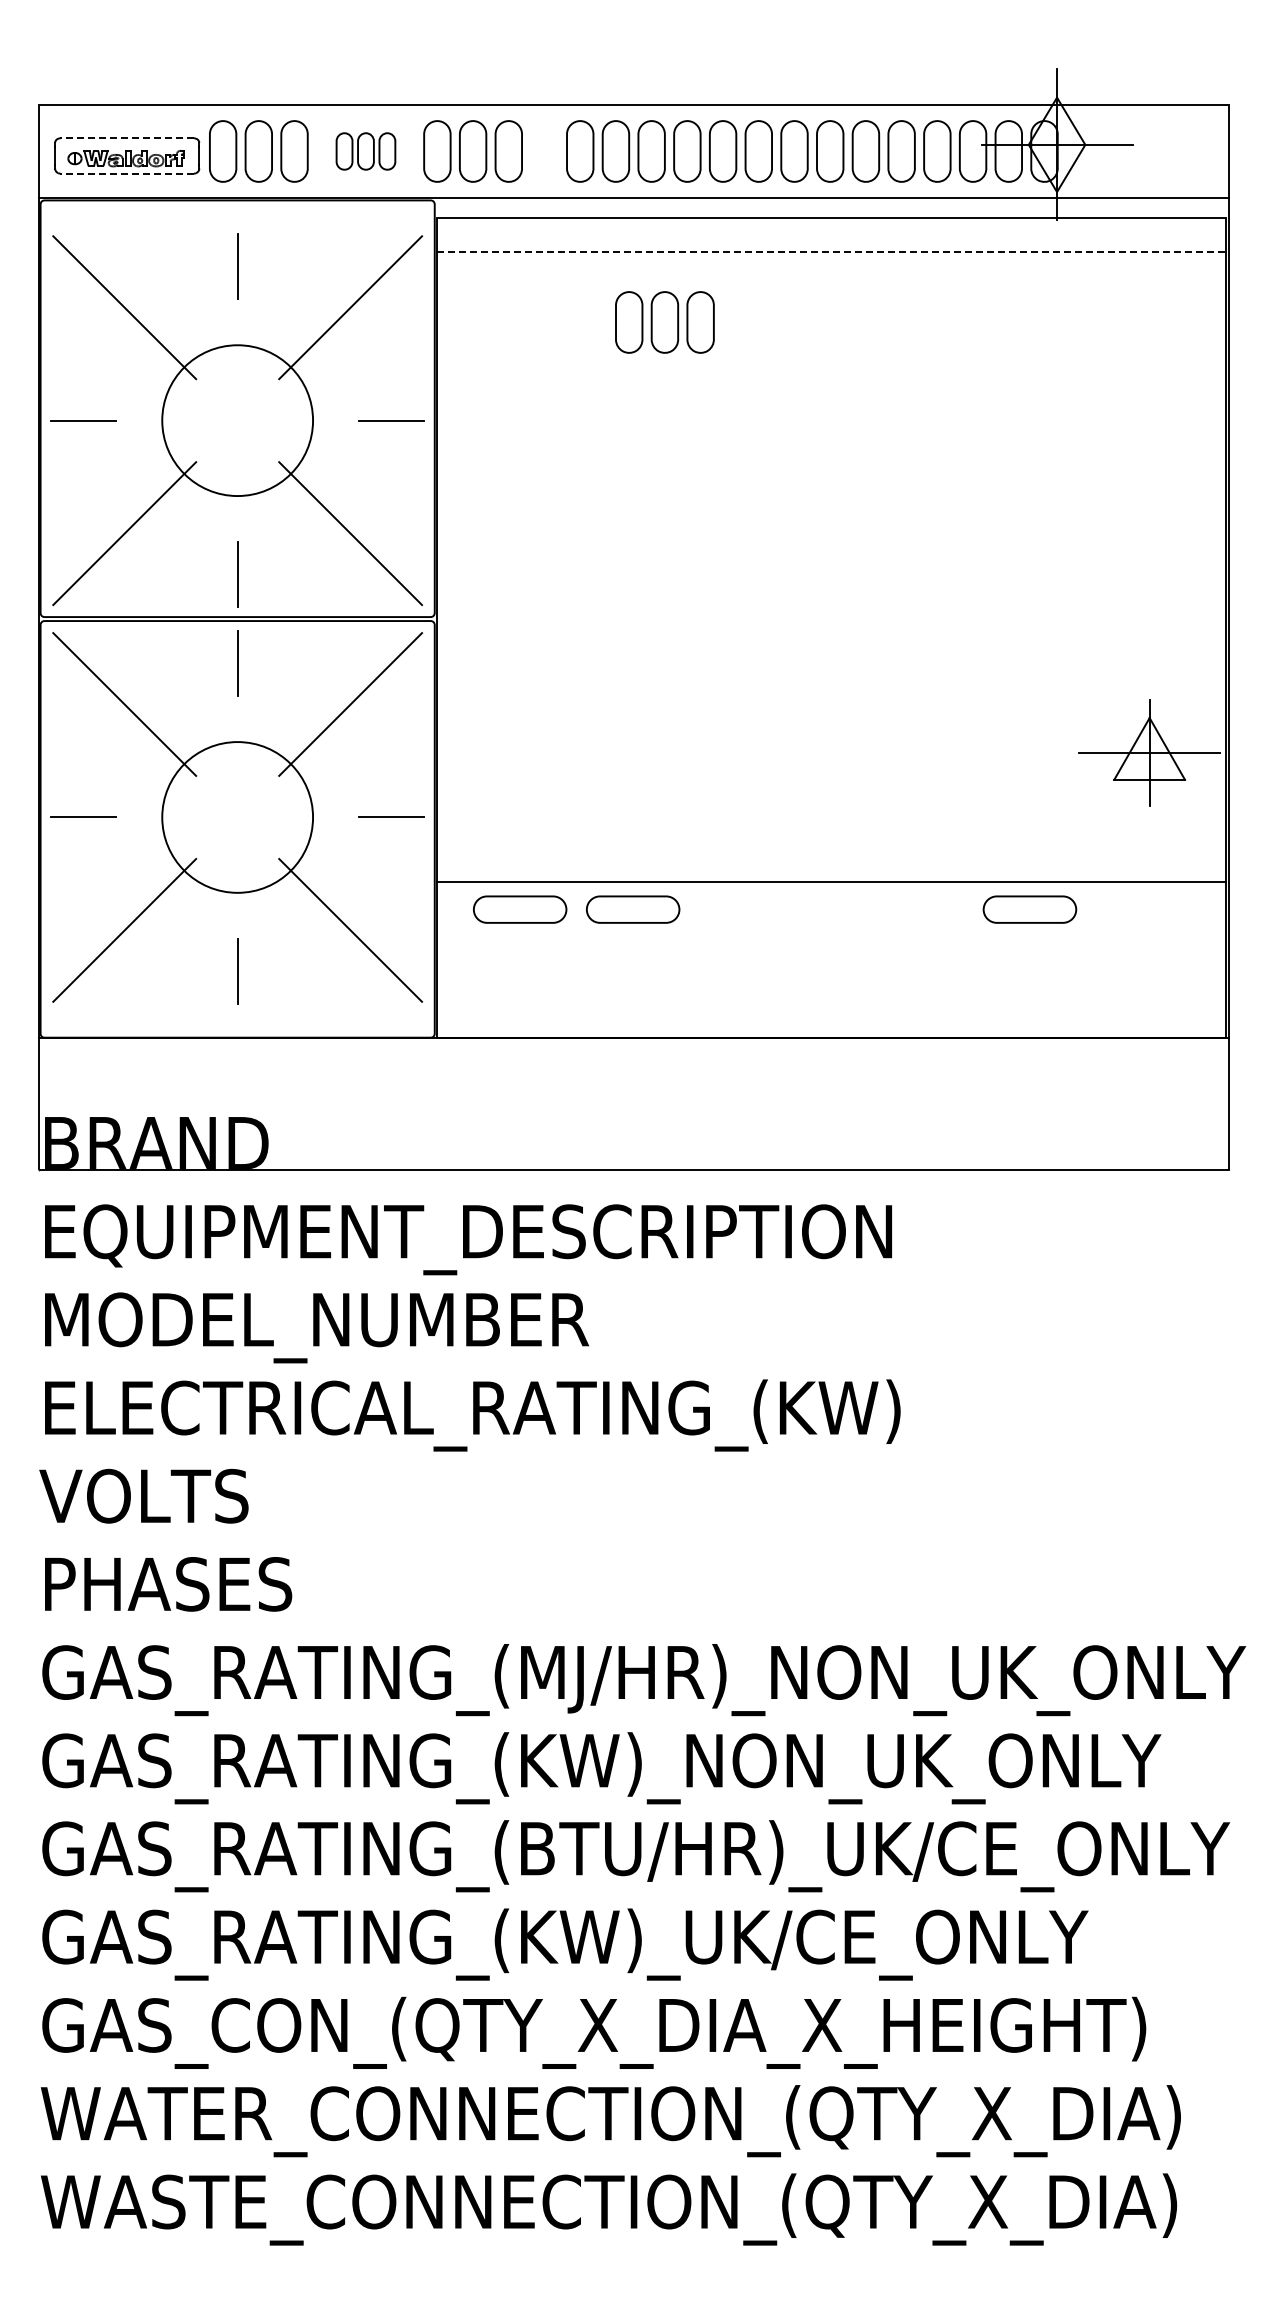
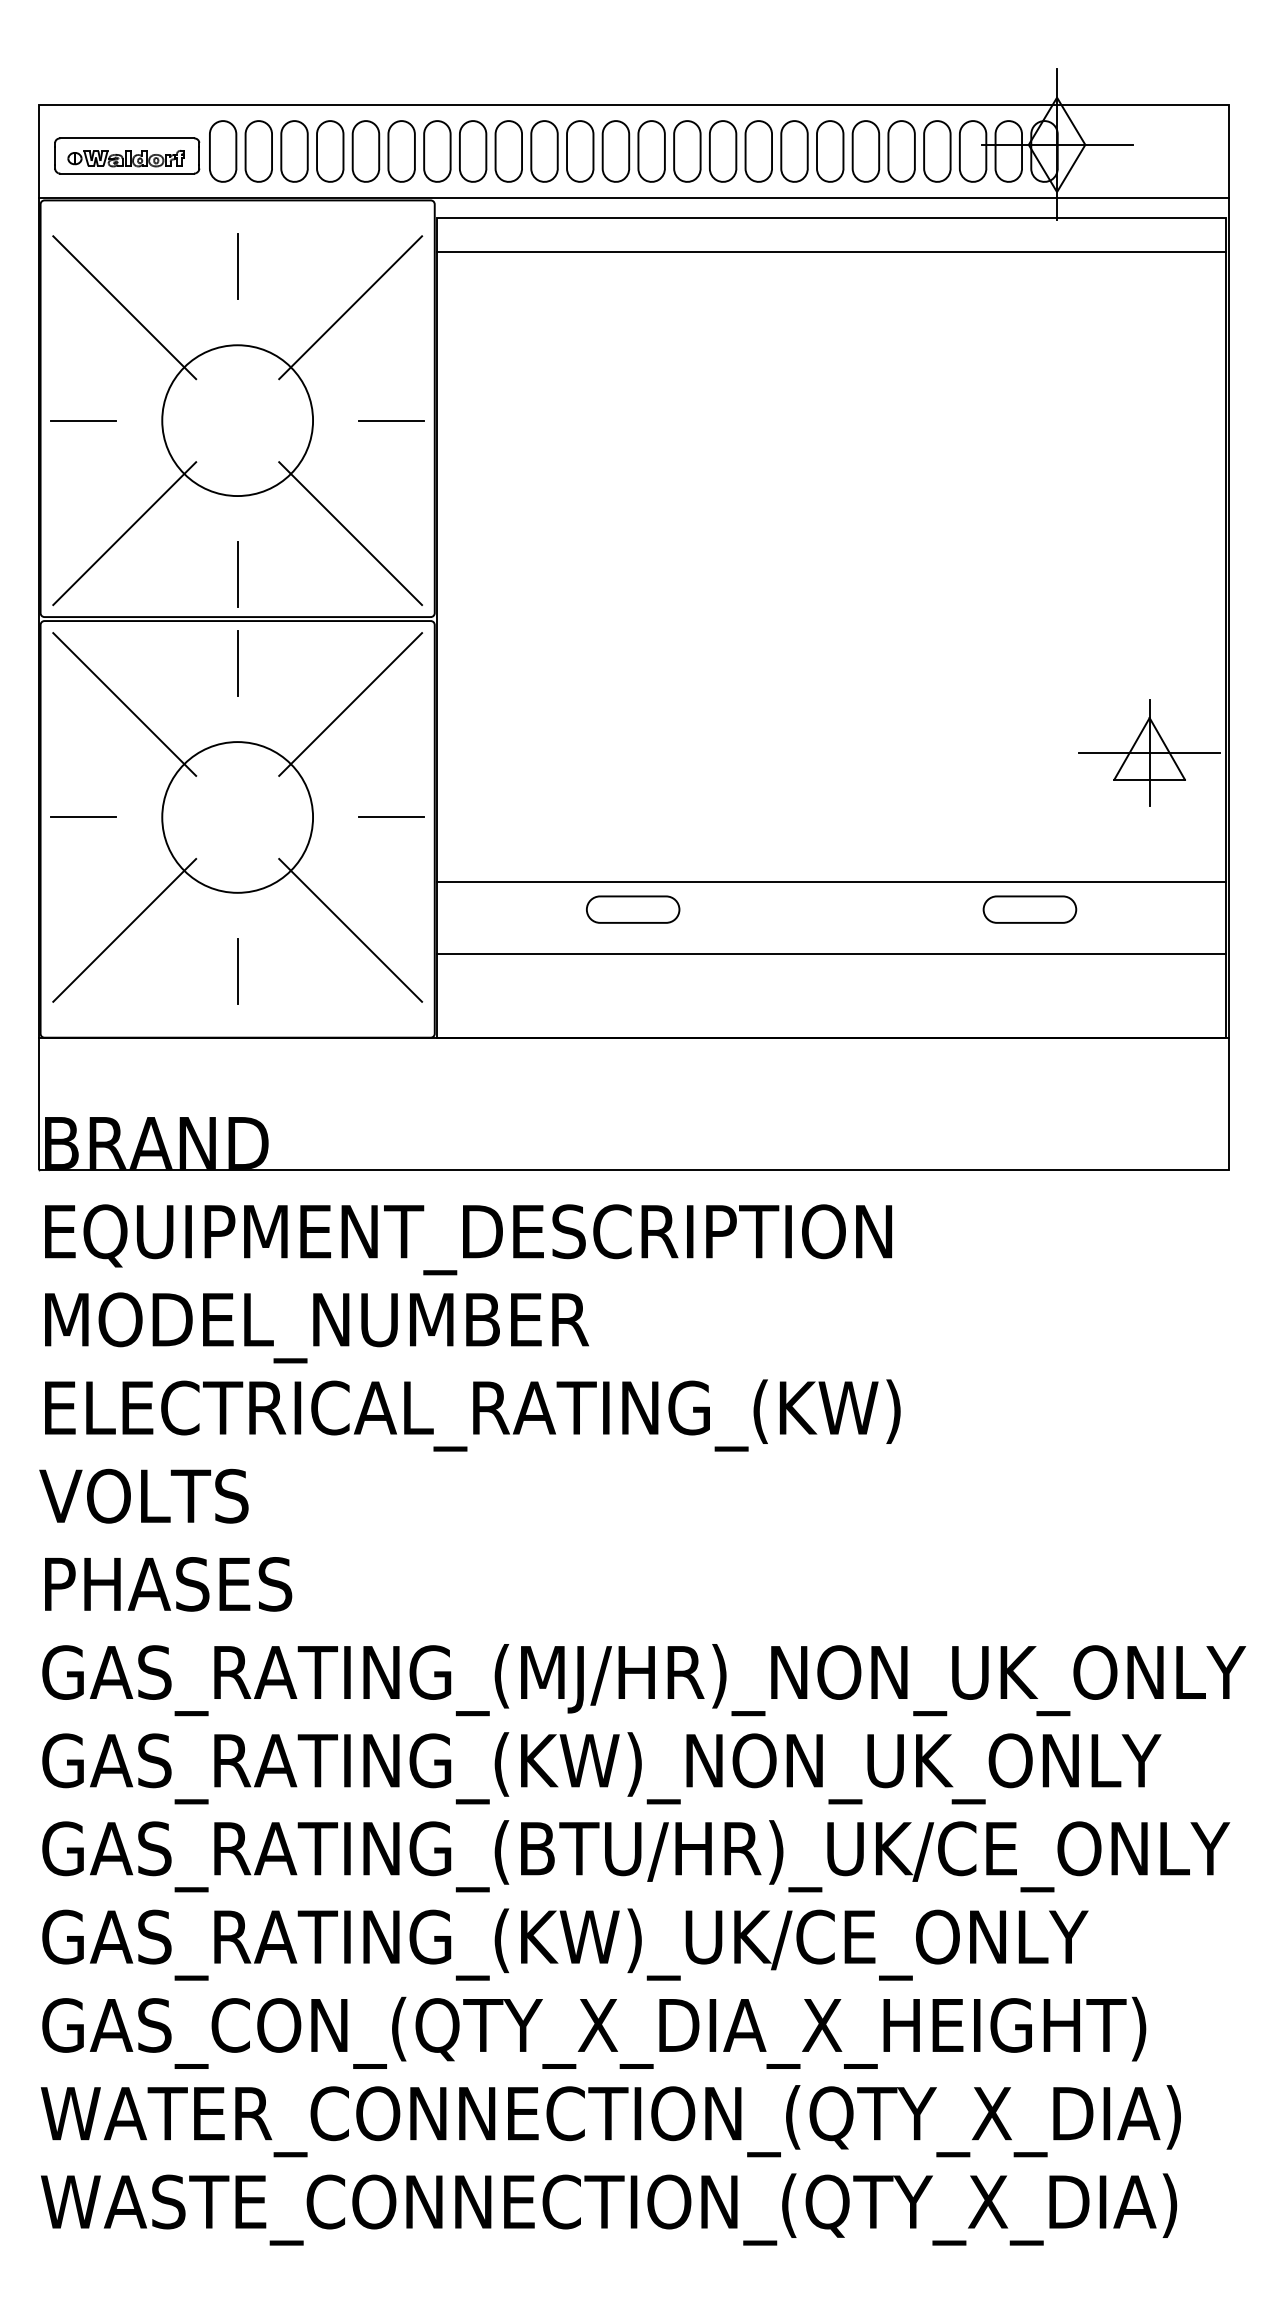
line at (127, 138): dashed -> solid
part at (365, 151) size: 62x39 px -> 100x63 px
part at (544, 151): none -> present
line at (127, 173): dashed -> solid
line at (831, 252): dashed -> solid
part at (664, 322): present -> none
part at (520, 909): present -> none
line at (831, 954): none -> present
